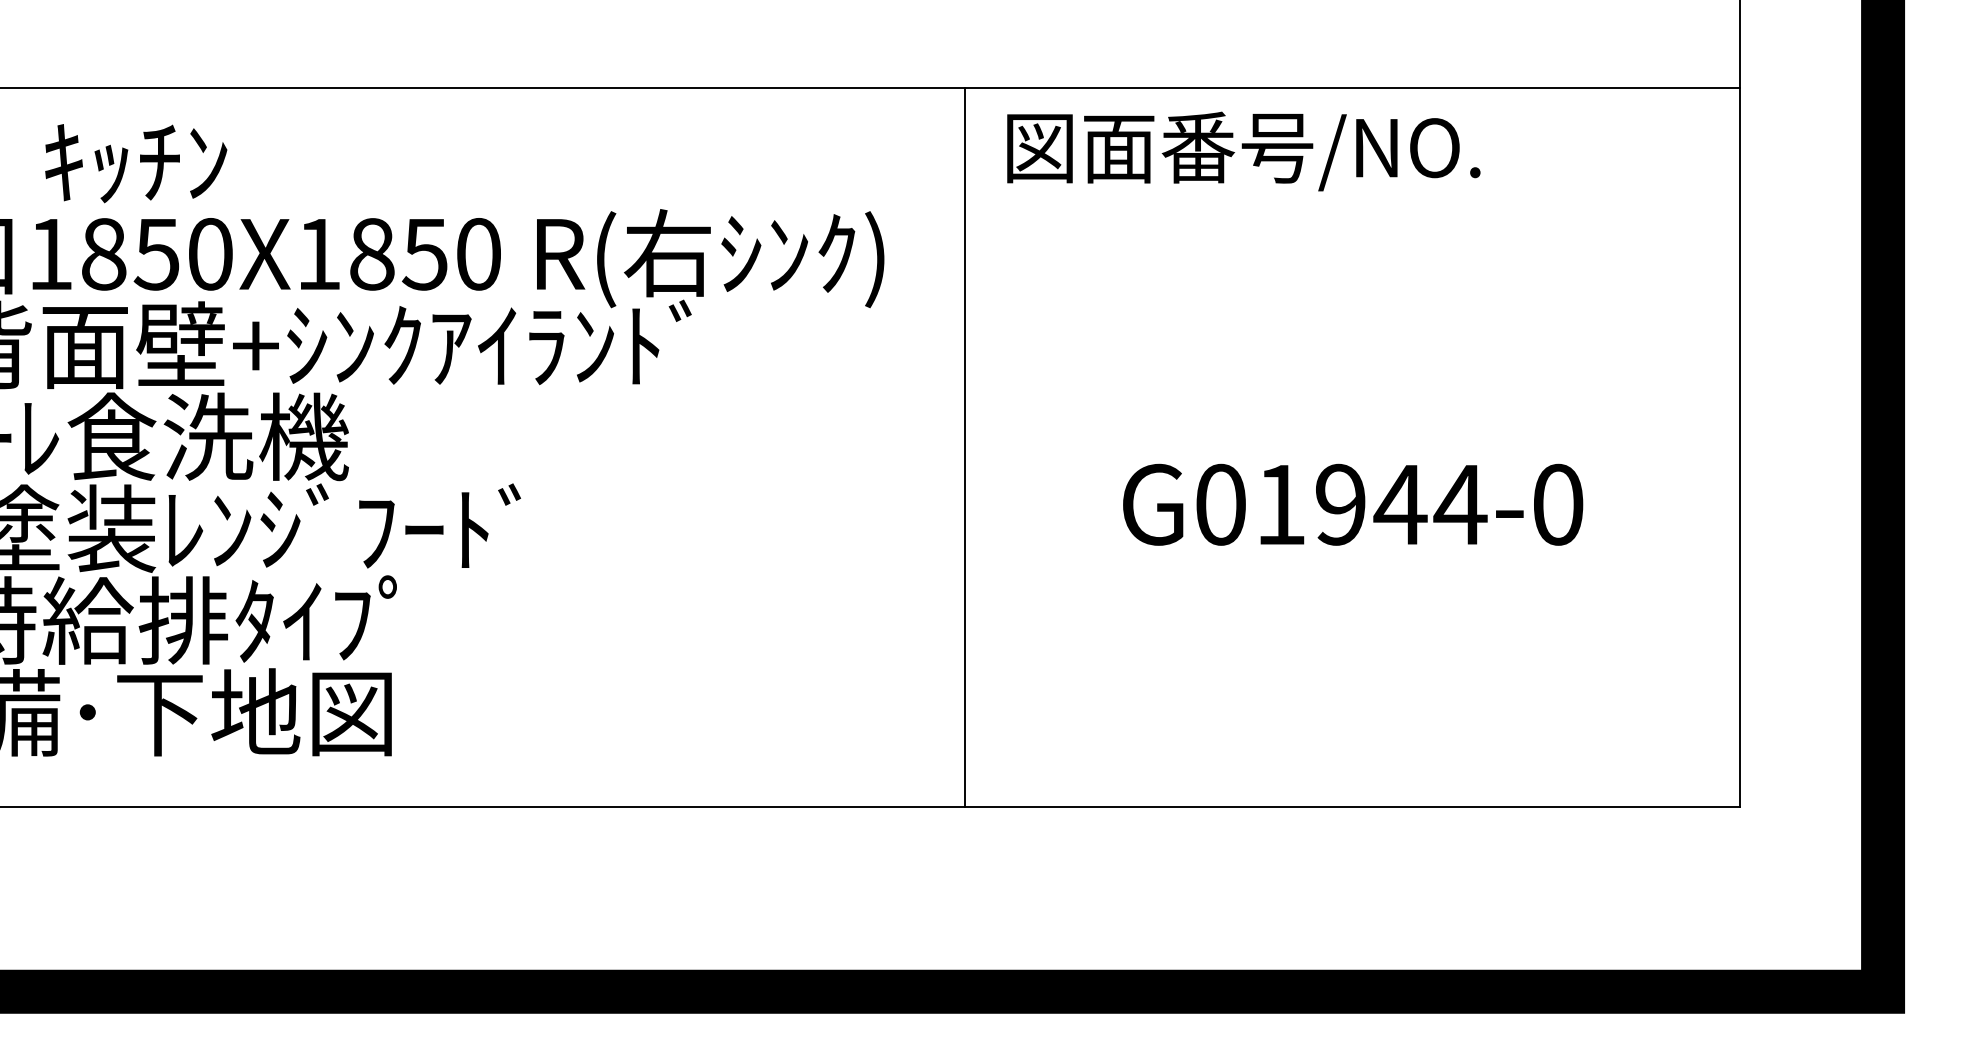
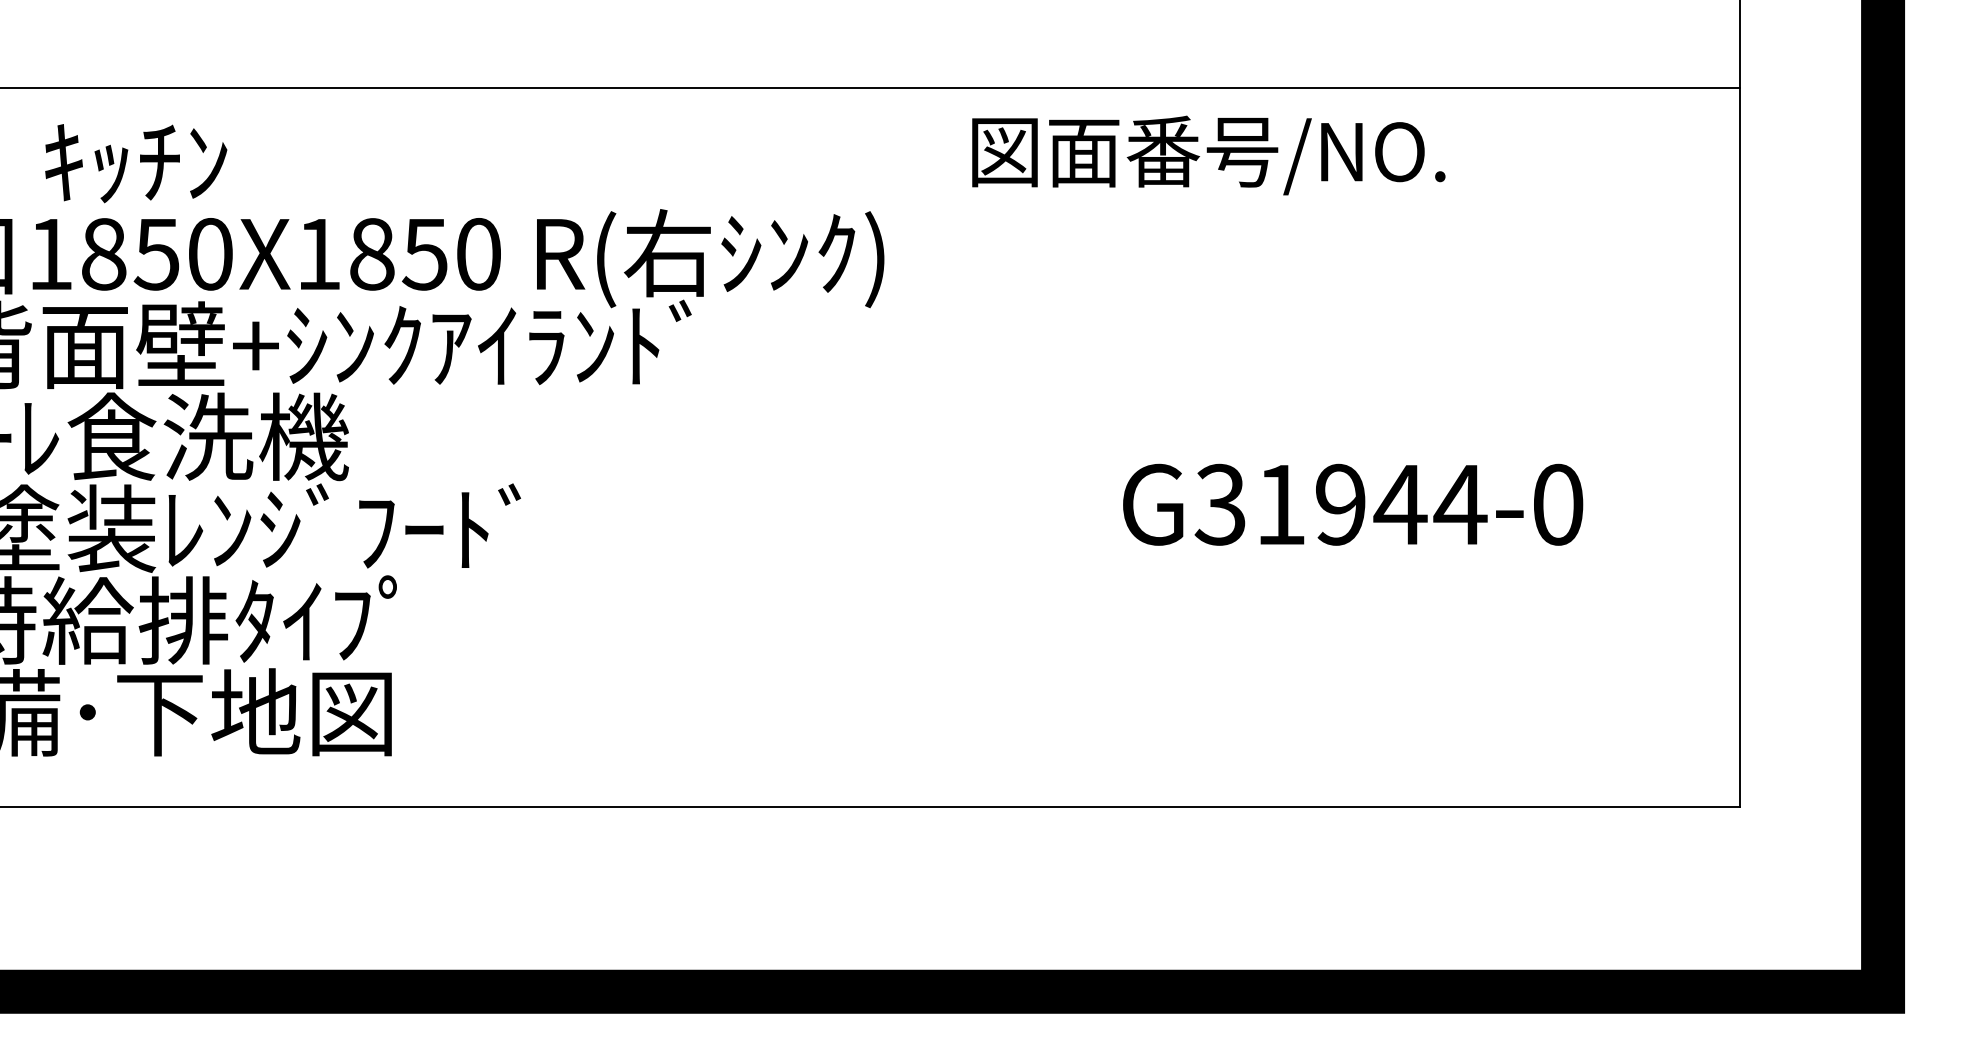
text at (1243, 151) position: (1243, 151) -> (1208, 155)
line at (965, 446): present -> none
text at (1219, 504): G01944-0 -> G31944-0
